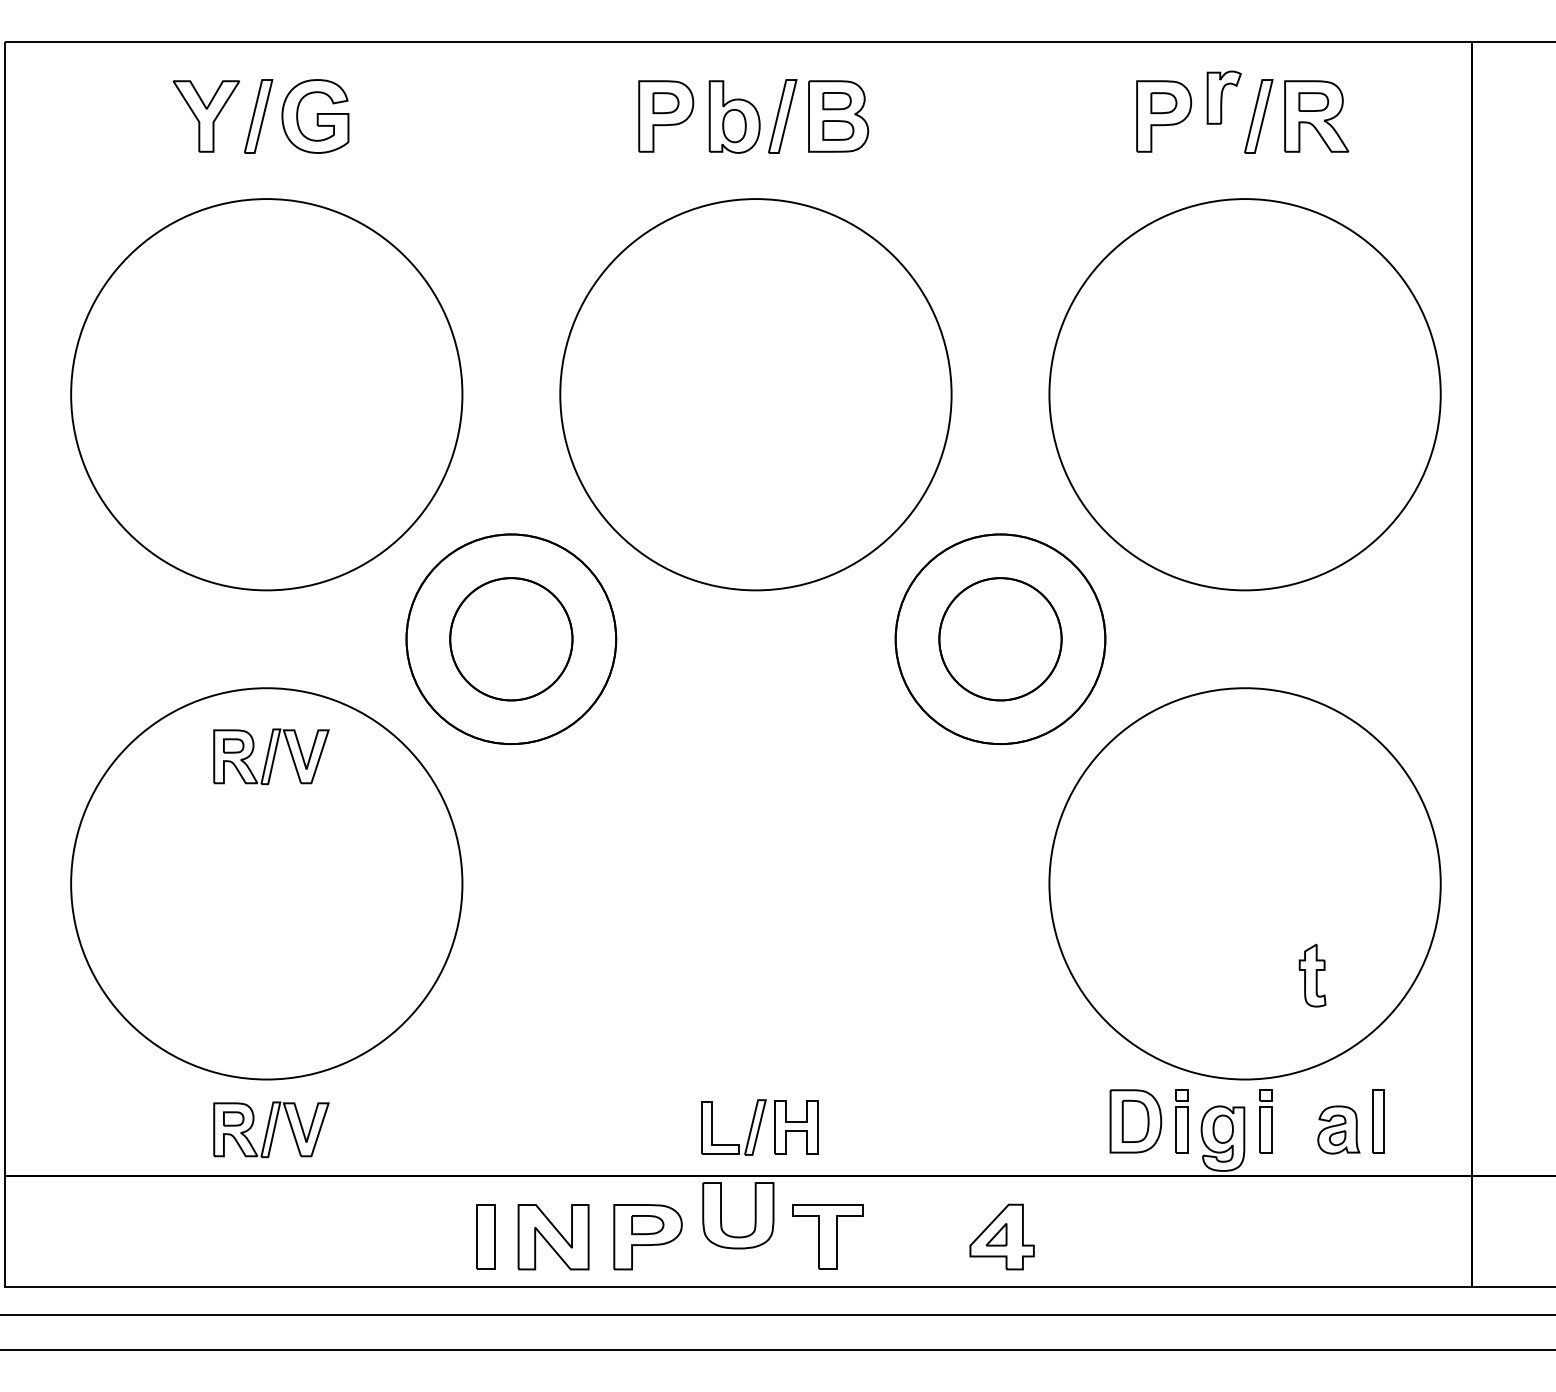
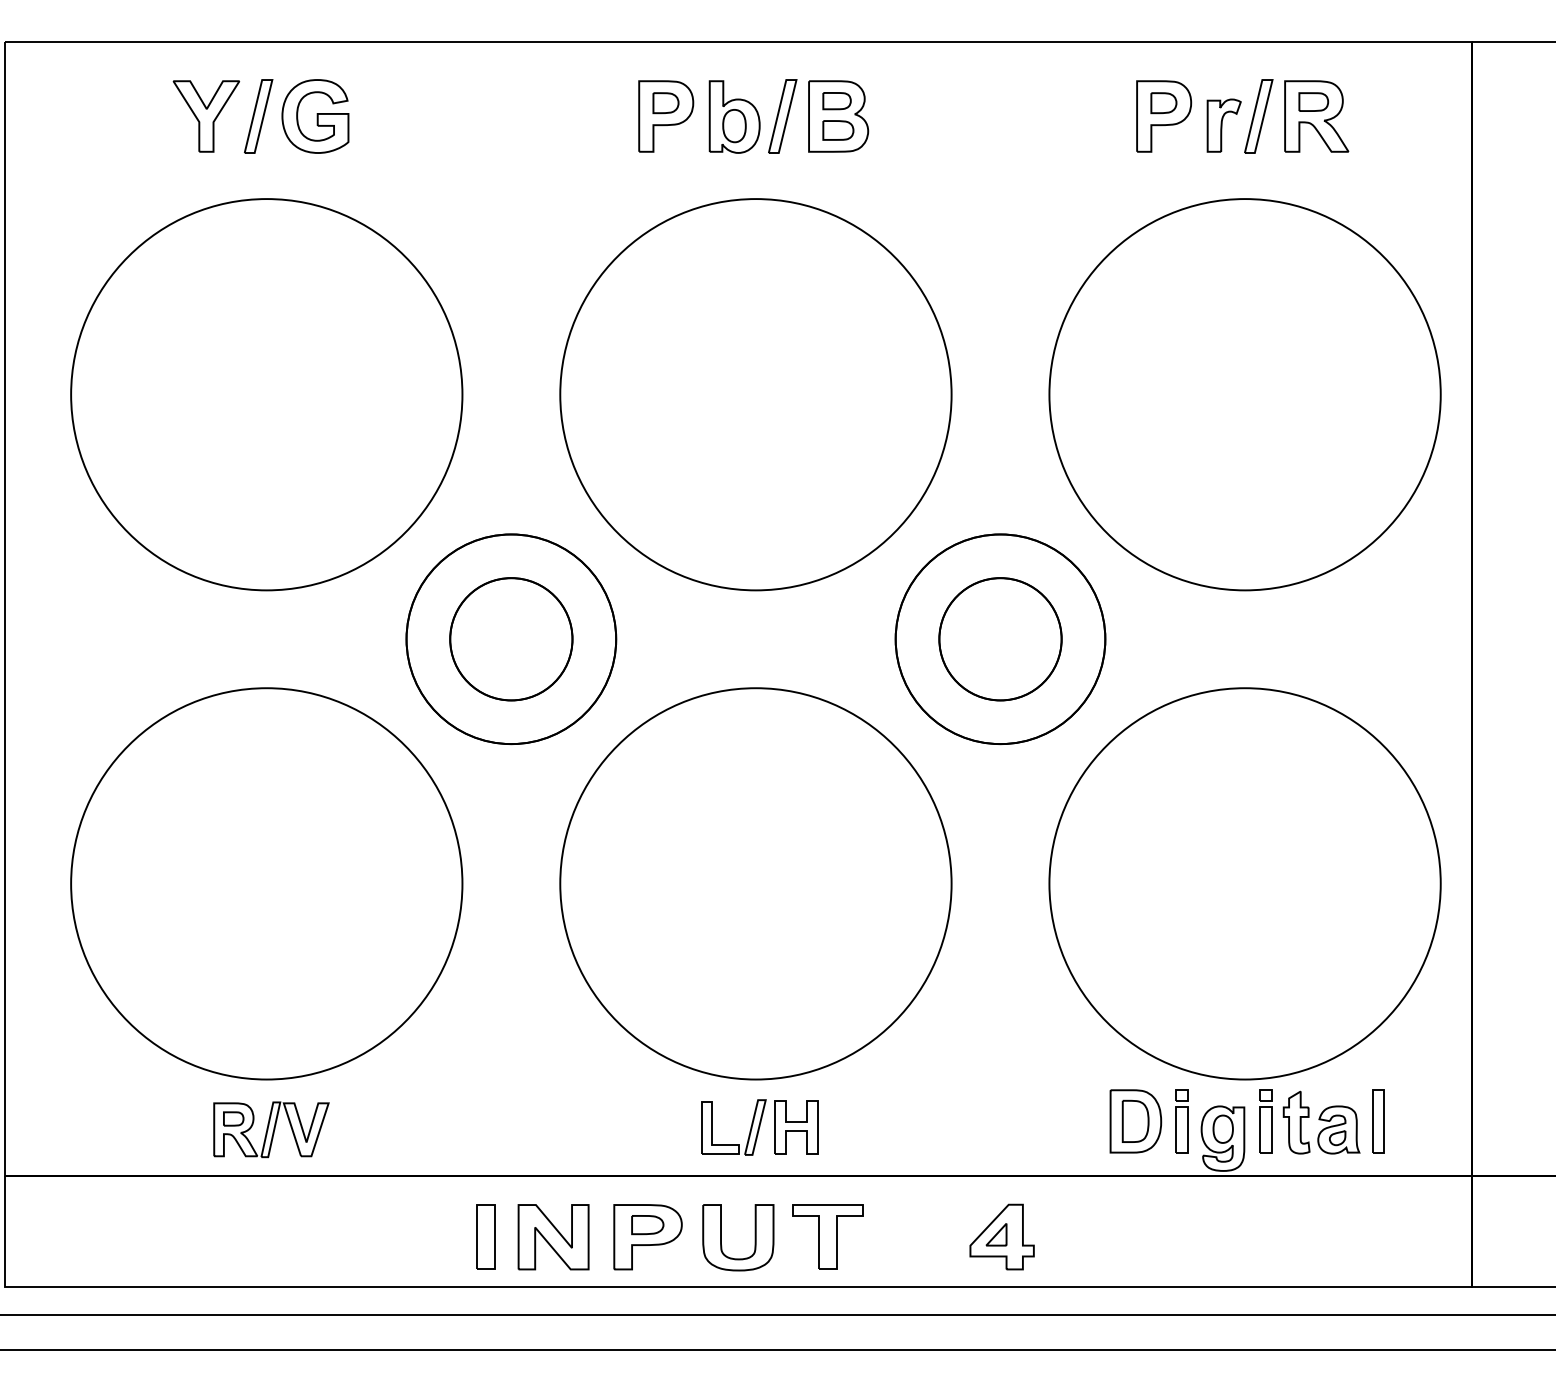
part at (1223, 97) position: (1223, 97) -> (1223, 125)
part at (271, 756): present -> none
part at (755, 883): none -> present
part at (1312, 975) position: (1312, 975) -> (1296, 1122)
part at (754, 1215) position: (754, 1215) -> (754, 1237)
